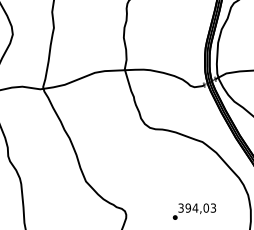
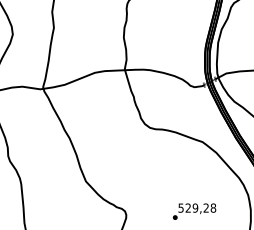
text at (197, 207): 394,03 -> 529,28
